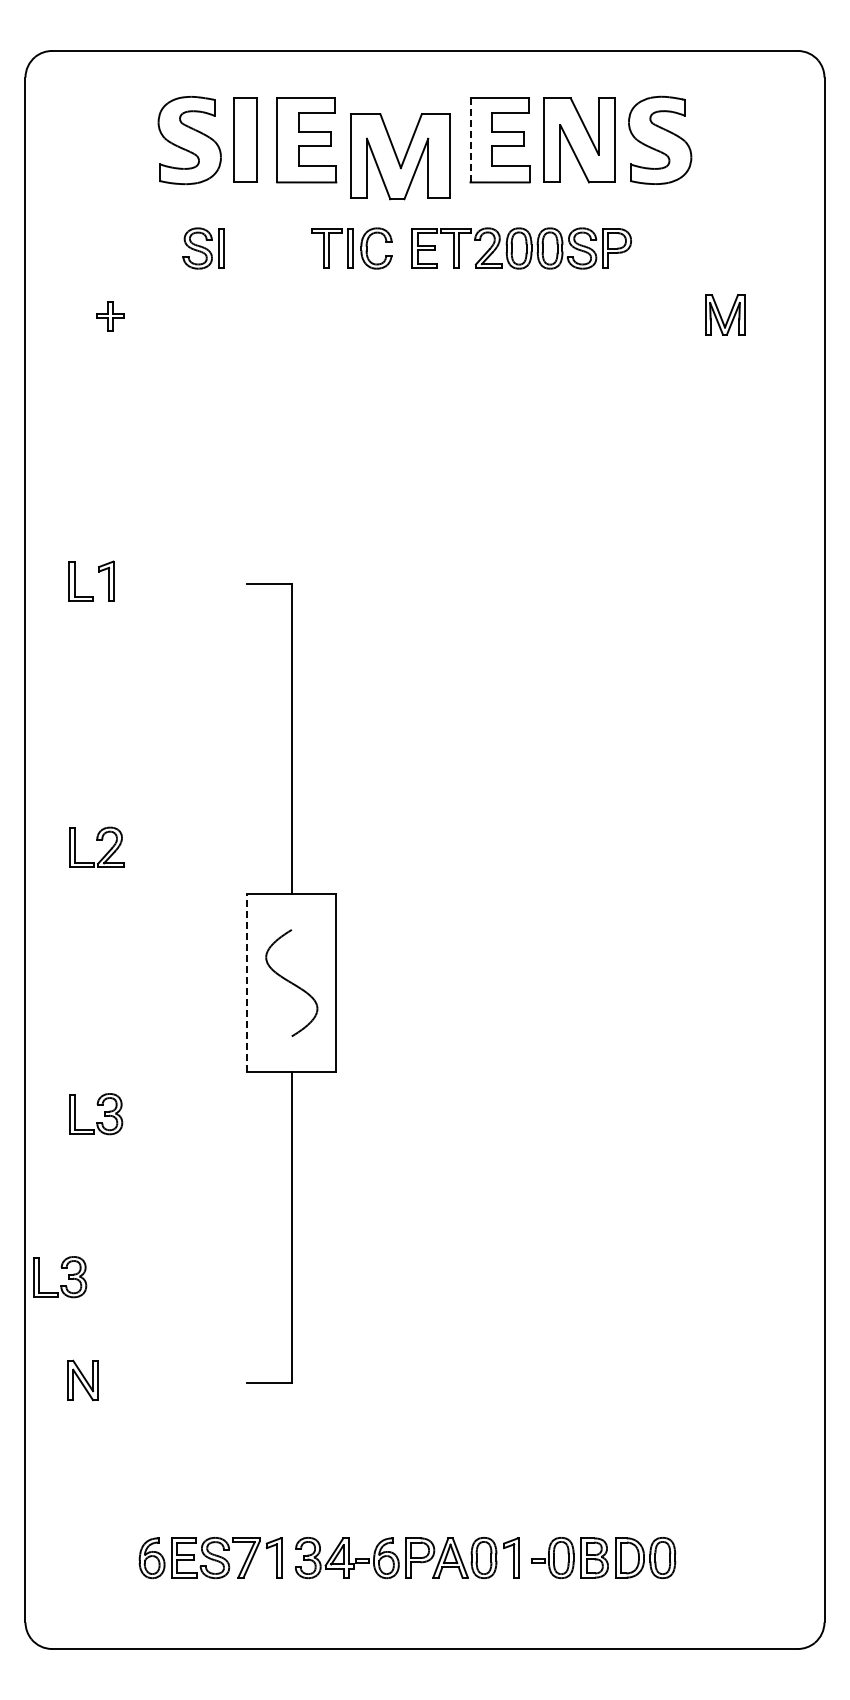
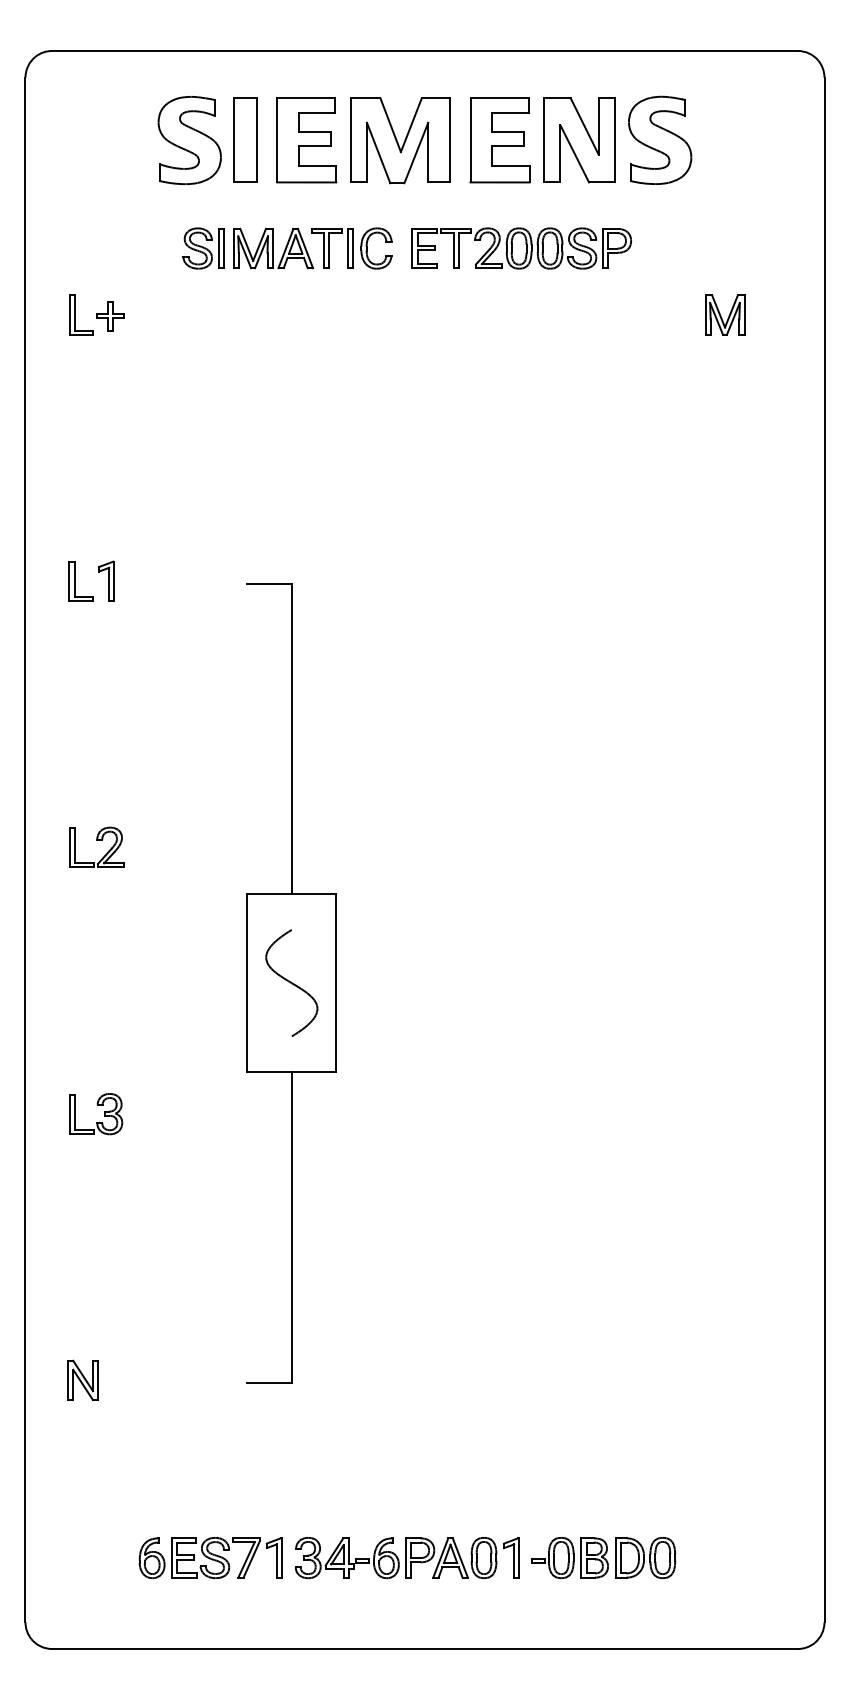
line at (470, 139): dashed -> solid
part at (400, 156) position: (400, 156) -> (400, 140)
part at (273, 248): none -> present
part at (81, 314): none -> present
line at (247, 983): dashed -> solid
part at (68, 1277): present -> none
